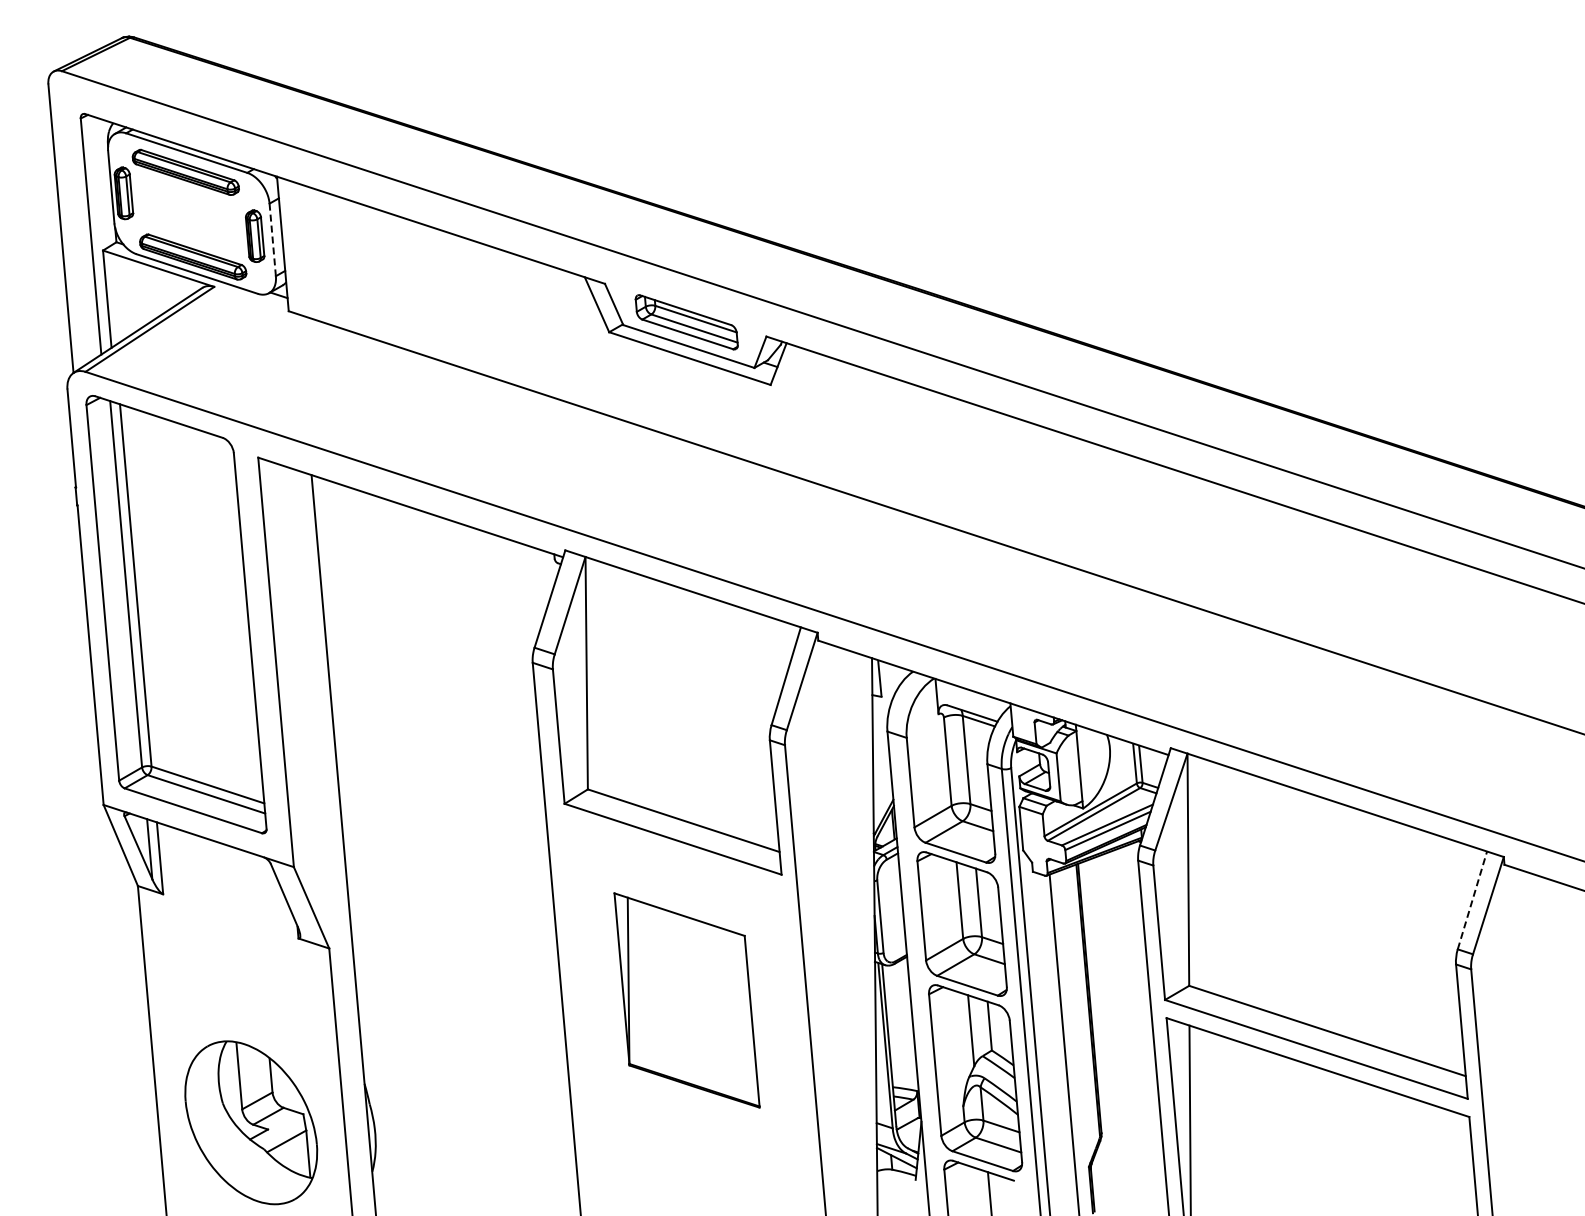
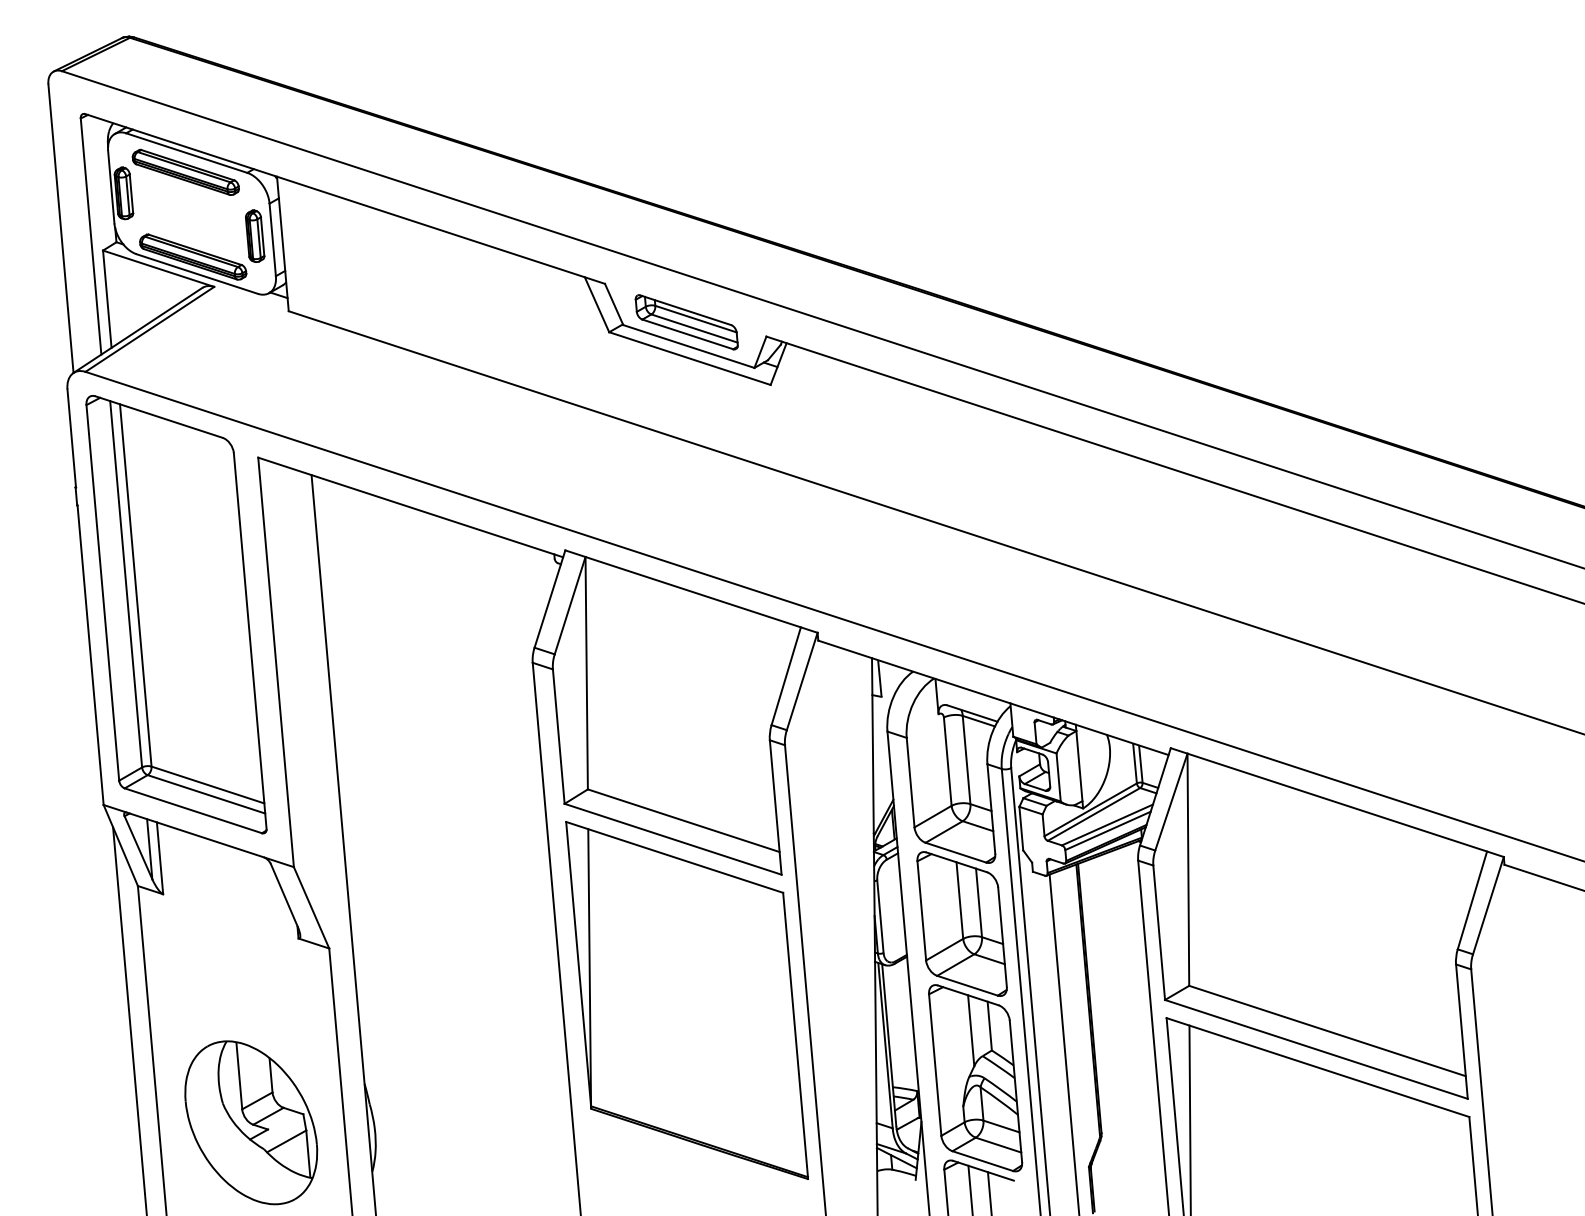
line at (272, 240): dashed -> solid
line at (1472, 899): dashed -> solid
part at (686, 1000) size: 148x217 px -> 244x359 px
line at (129, 1019): none -> present
line at (970, 1188): none -> present
